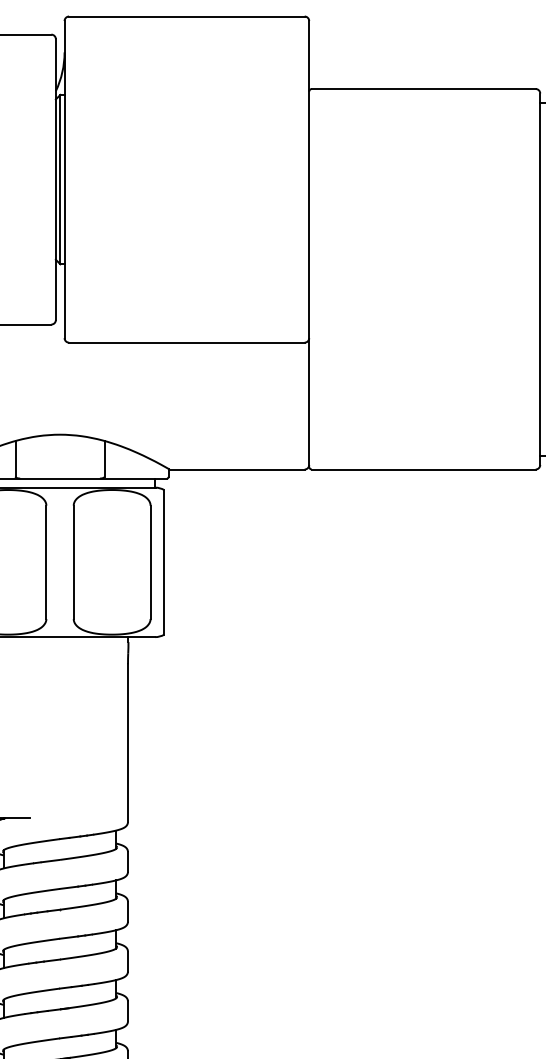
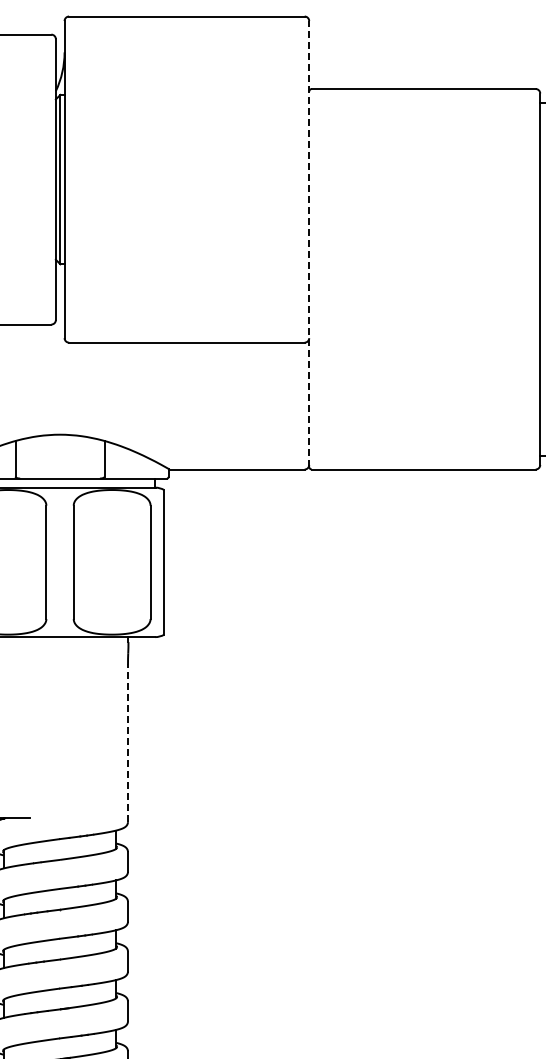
line at (309, 243): solid -> dashed
line at (128, 743): solid -> dashed
